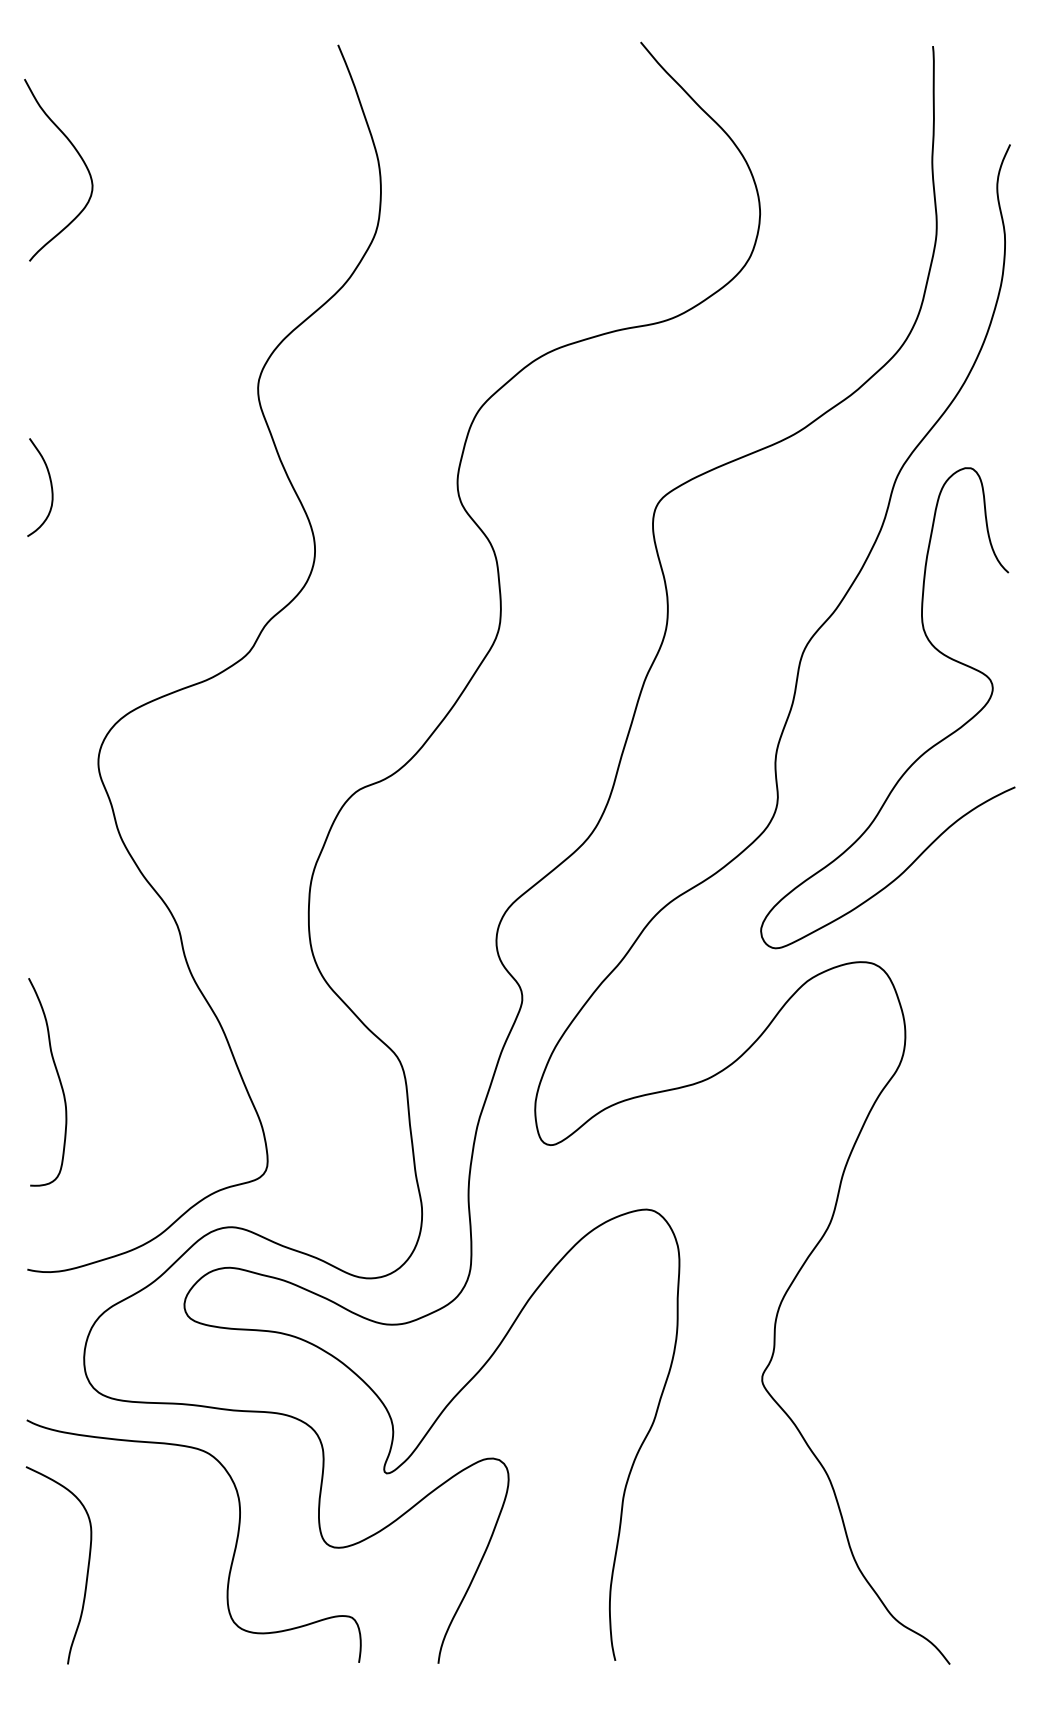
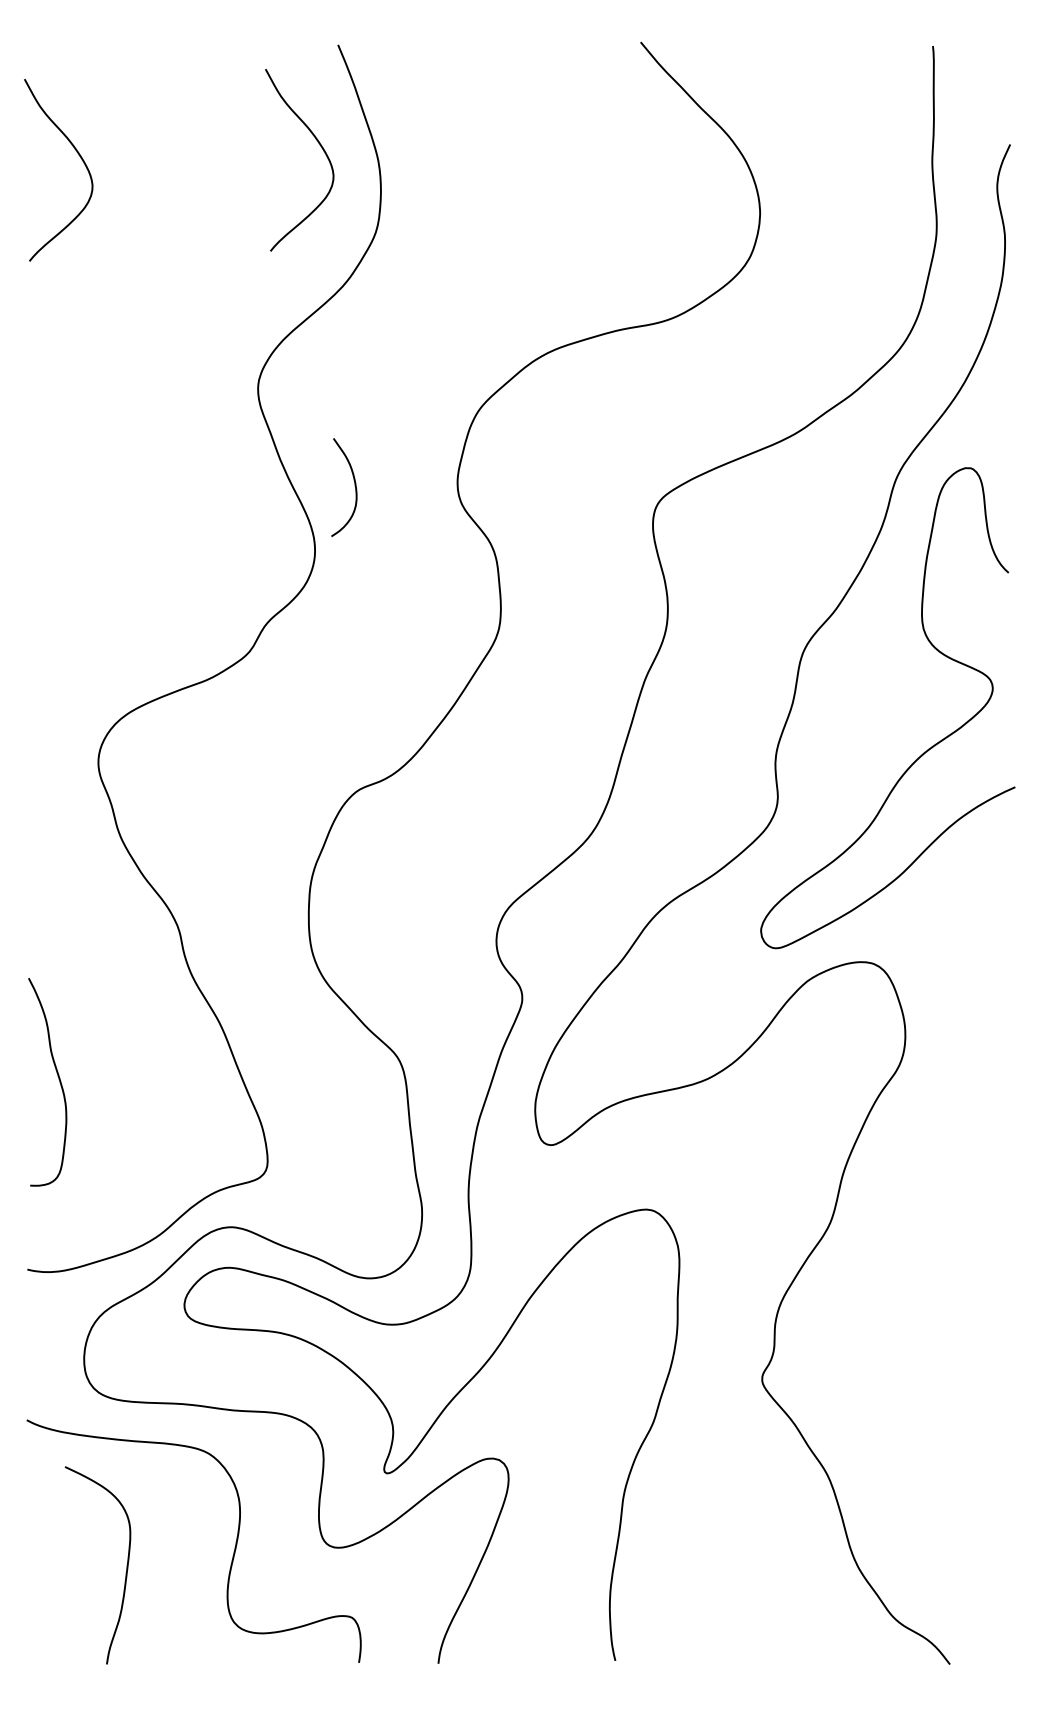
curve at (319, 145): none -> present
curve at (50, 486) position: (50, 486) -> (354, 486)
curve at (87, 1565) position: (87, 1565) -> (126, 1565)
